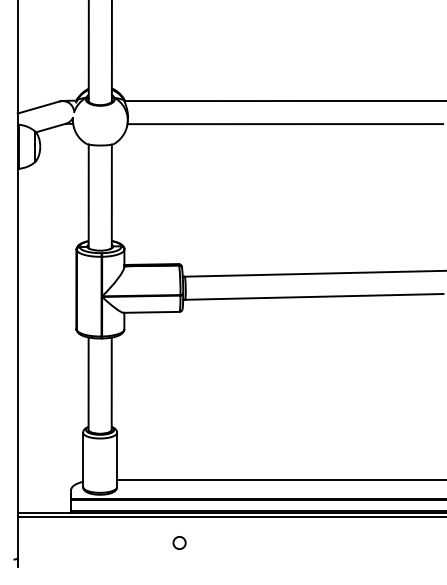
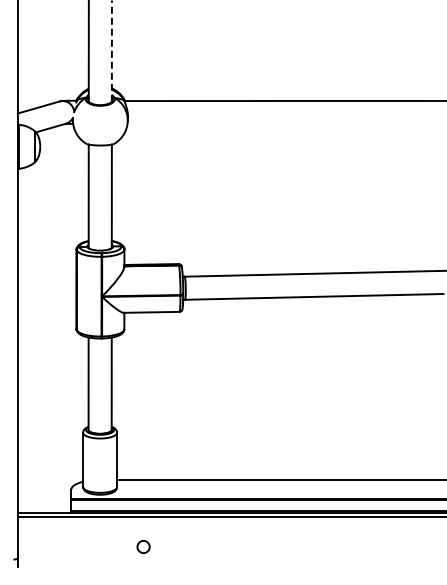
line at (111, 51): solid -> dashed
line at (285, 124): present -> none
circle at (179, 542) position: (179, 542) -> (143, 546)
